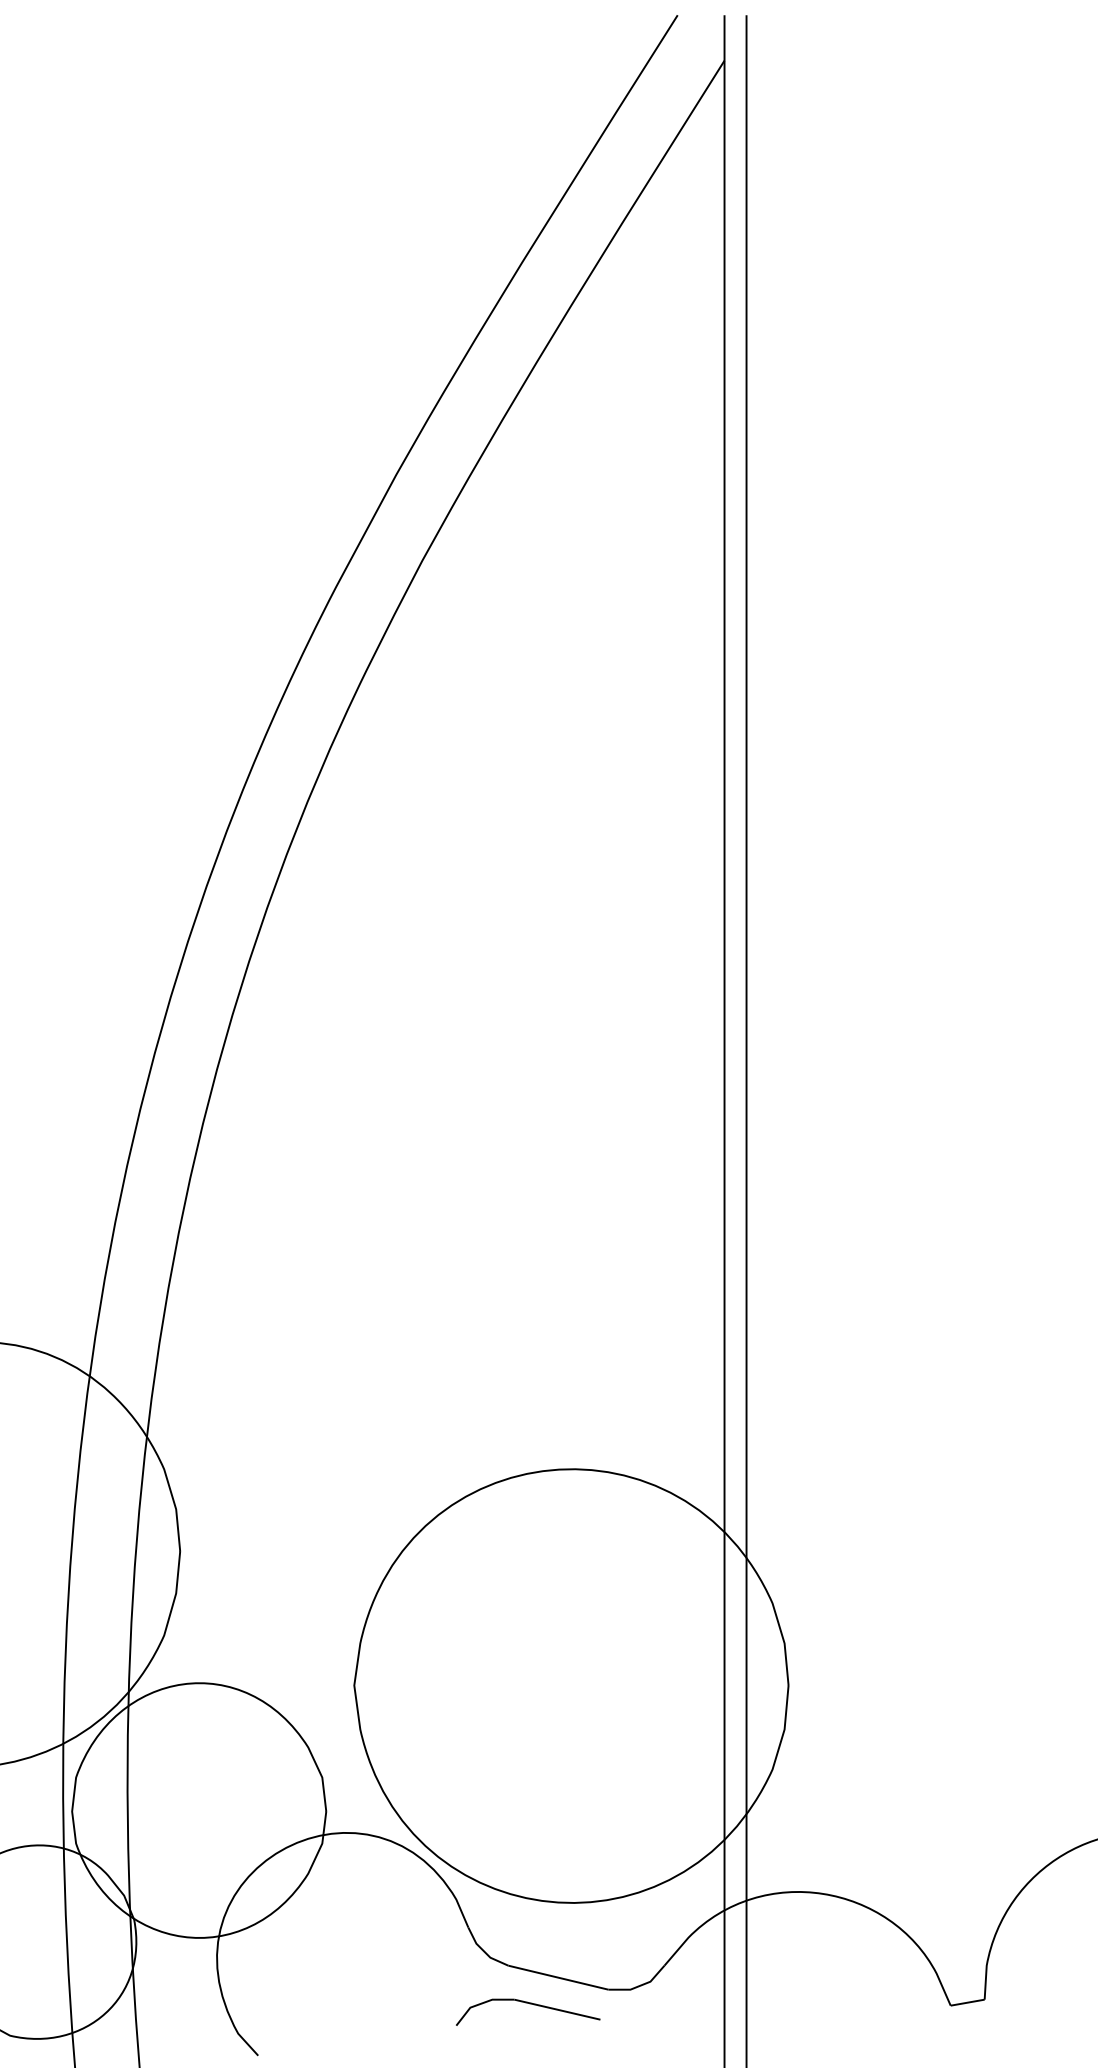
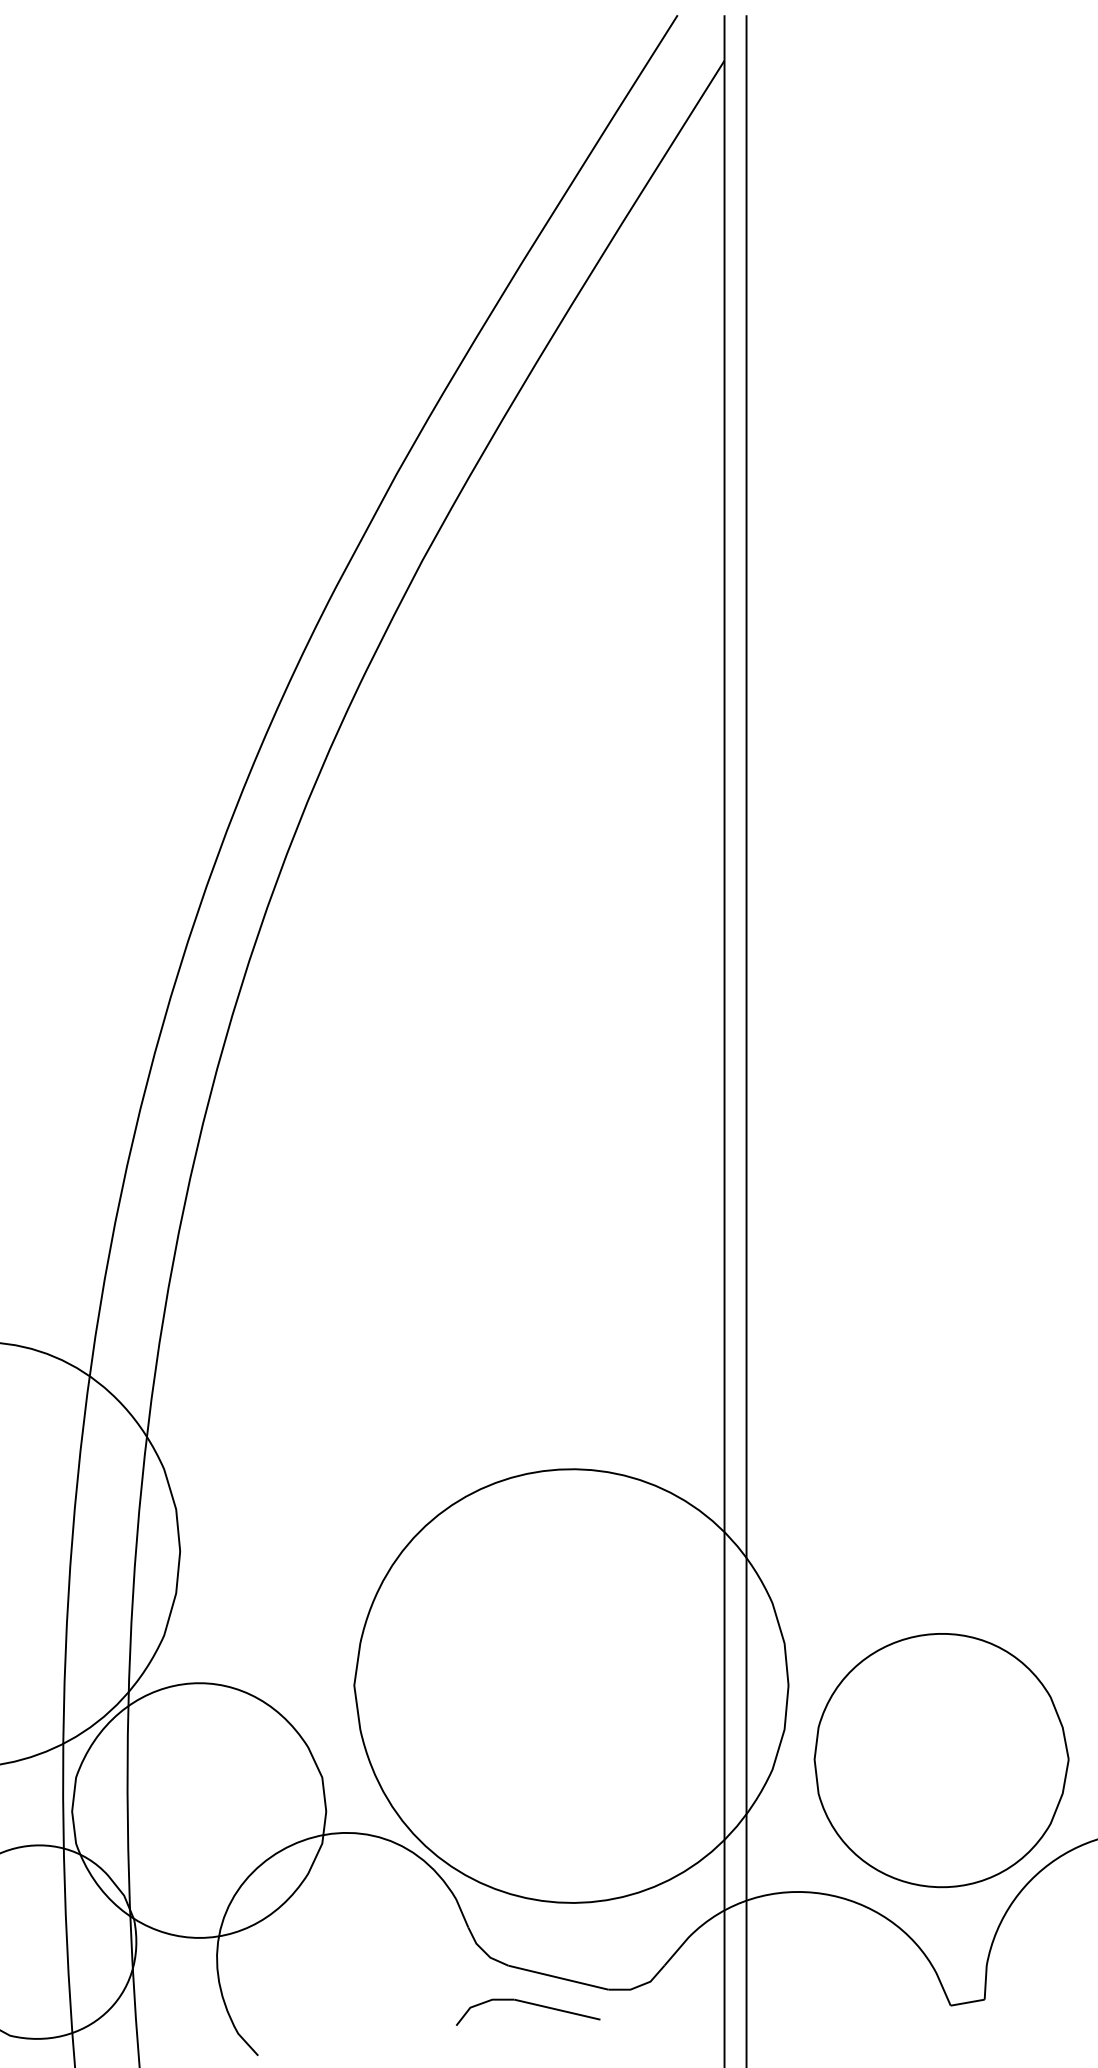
part at (941, 1760): none -> present
